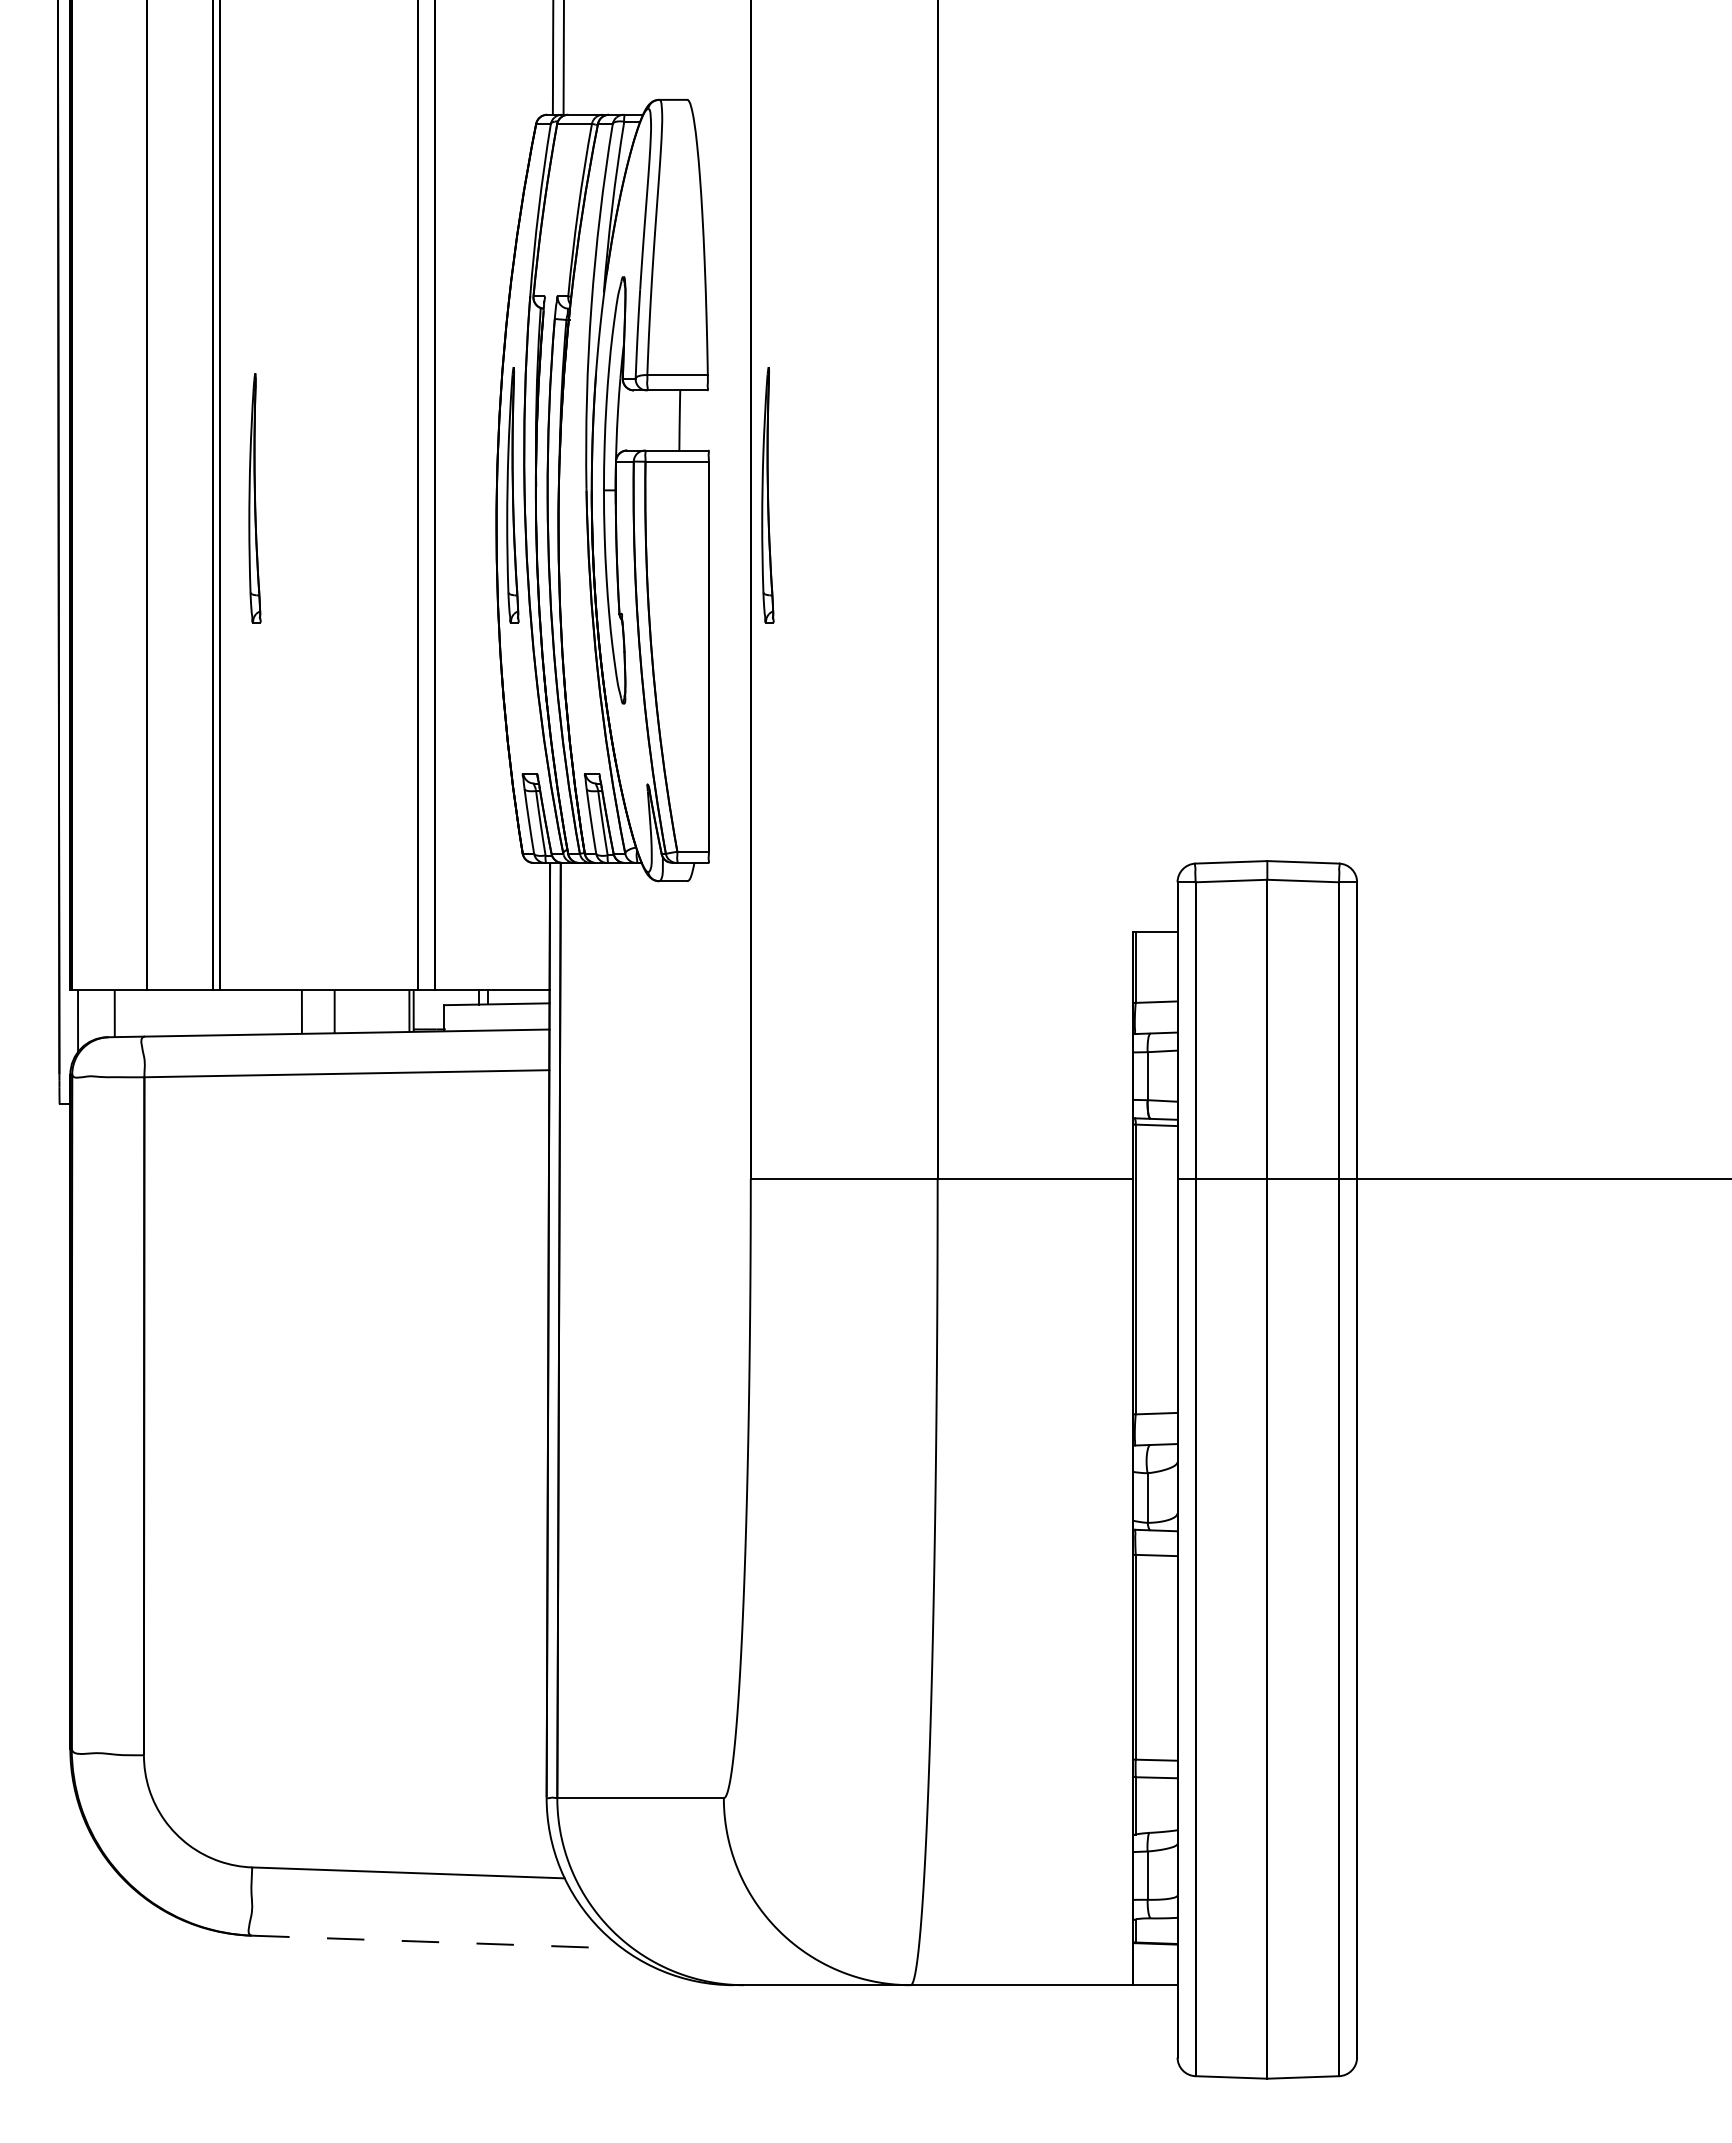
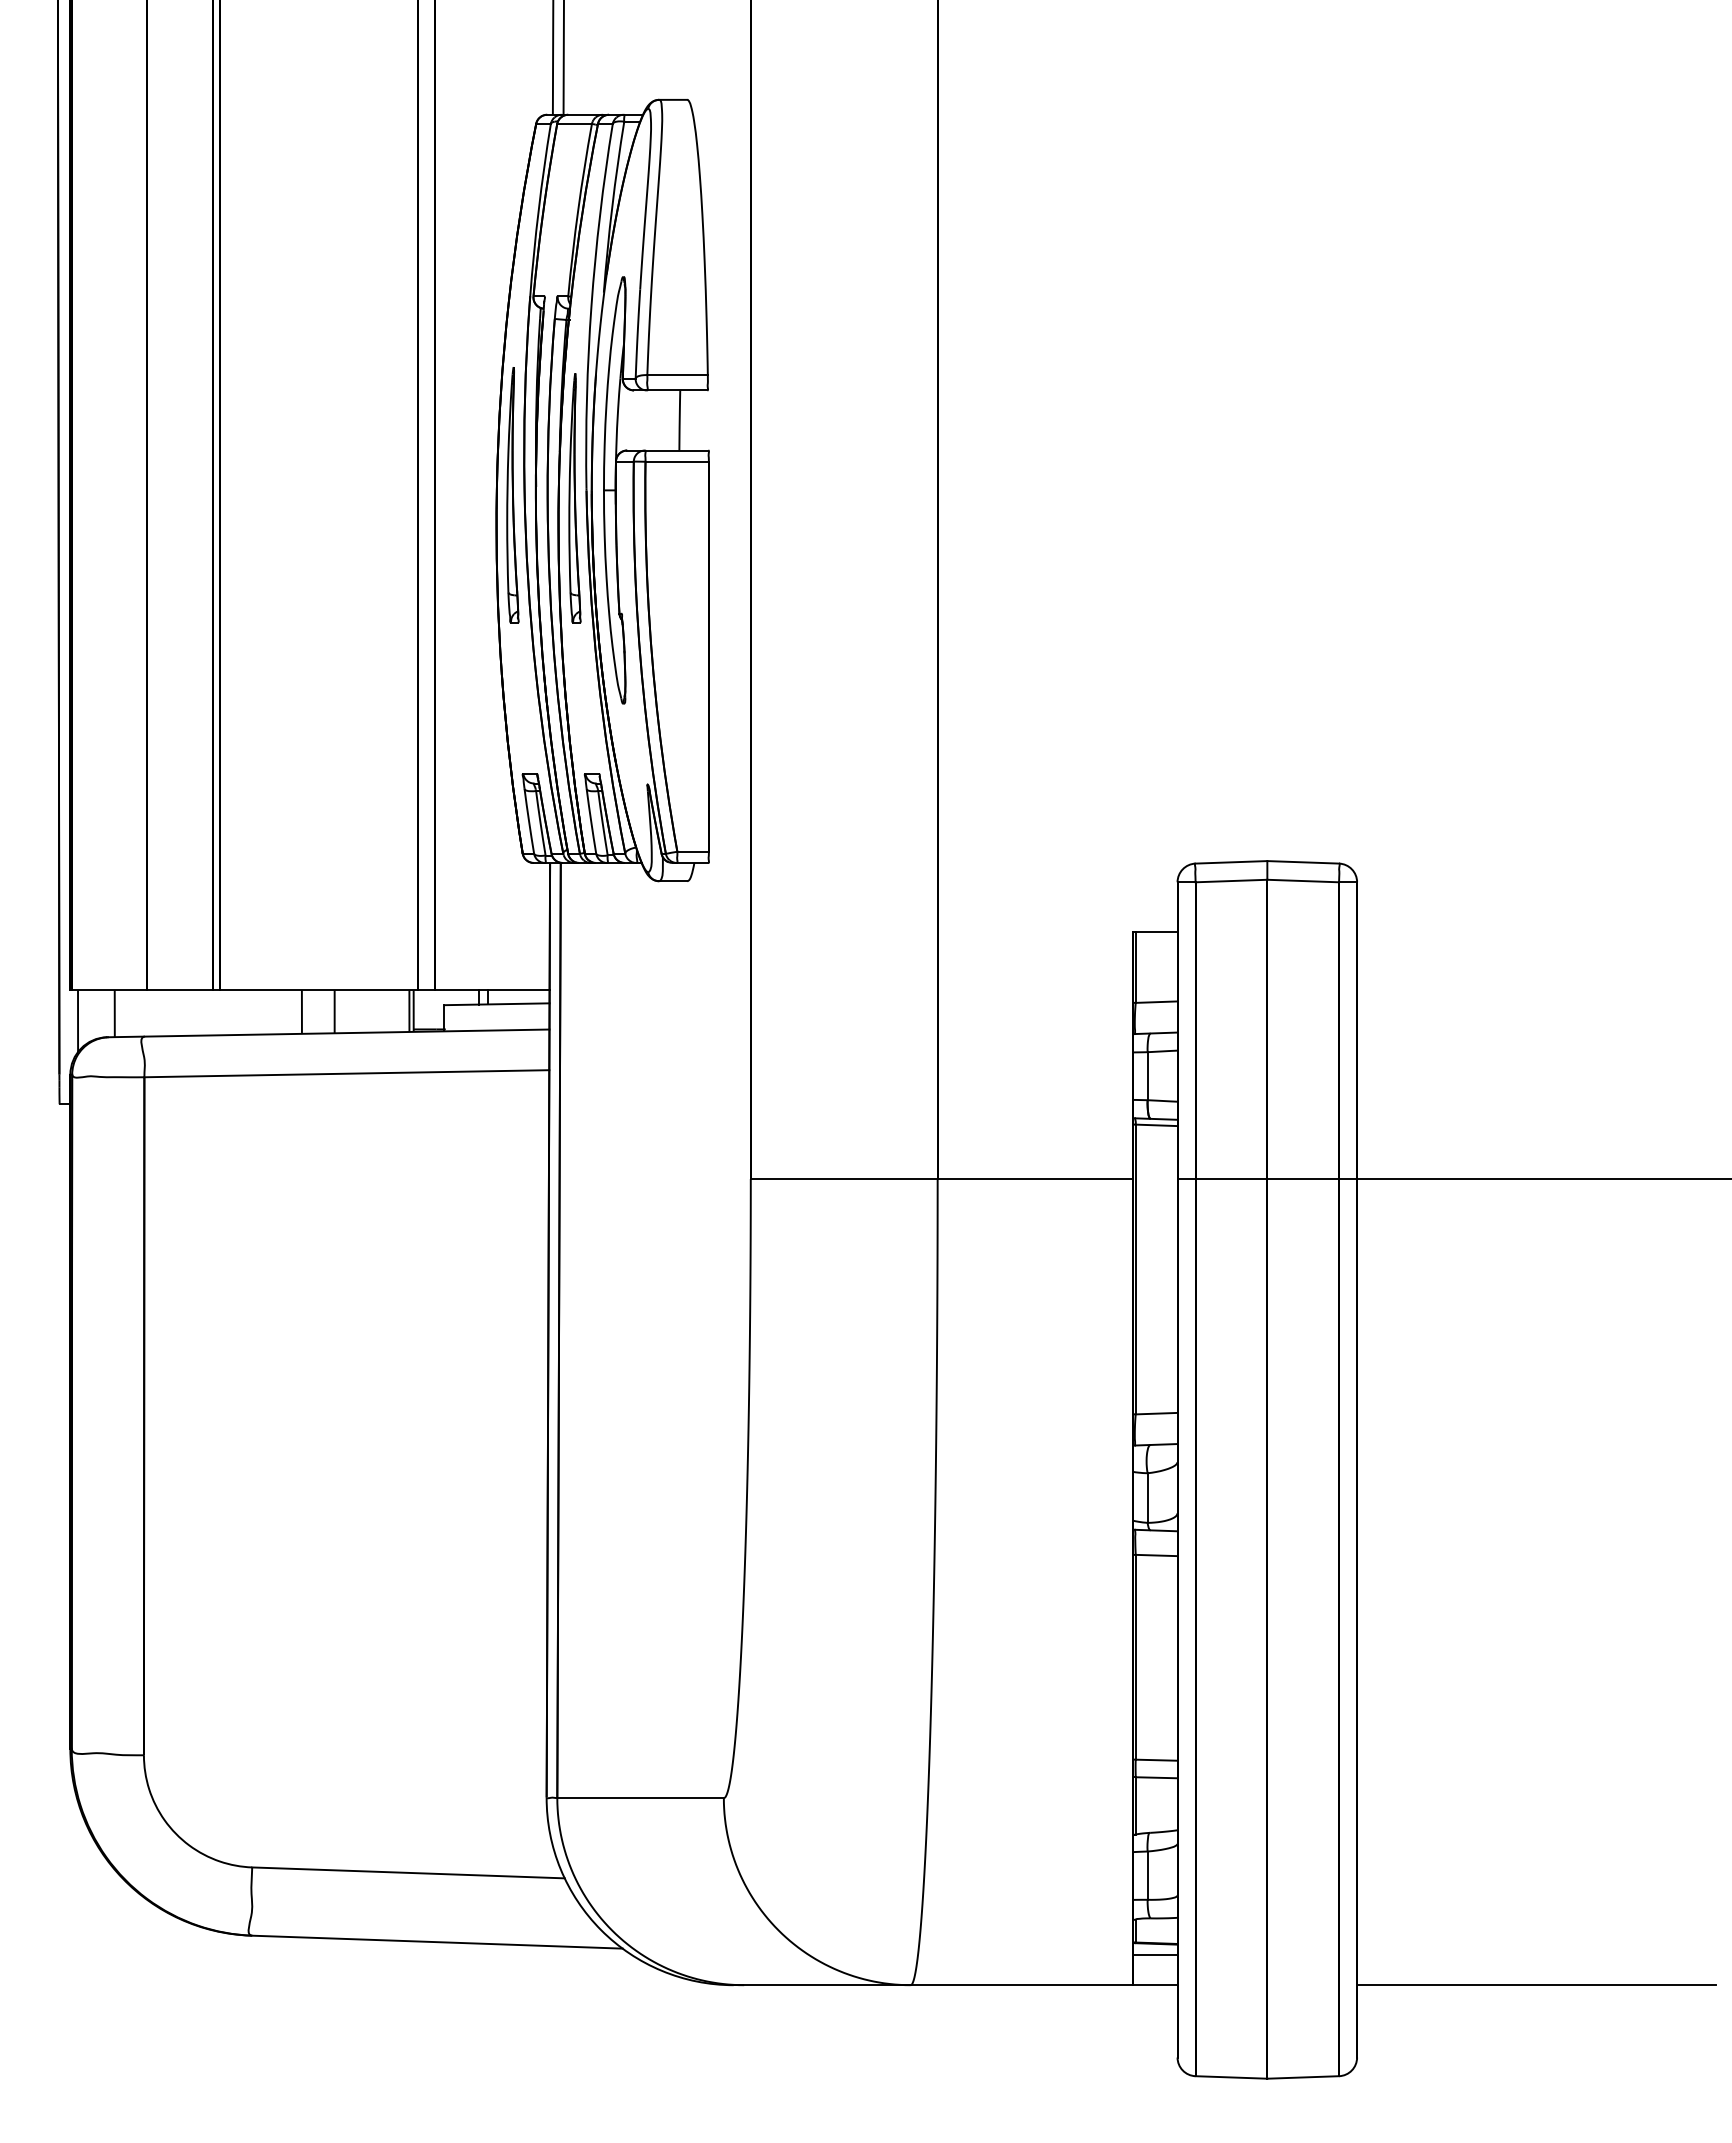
part at (767, 495): present -> none
part at (254, 498) position: (254, 498) -> (574, 498)
line at (437, 1942): dashed -> solid
line at (1154, 1955): none -> present
line at (1536, 1985): none -> present
